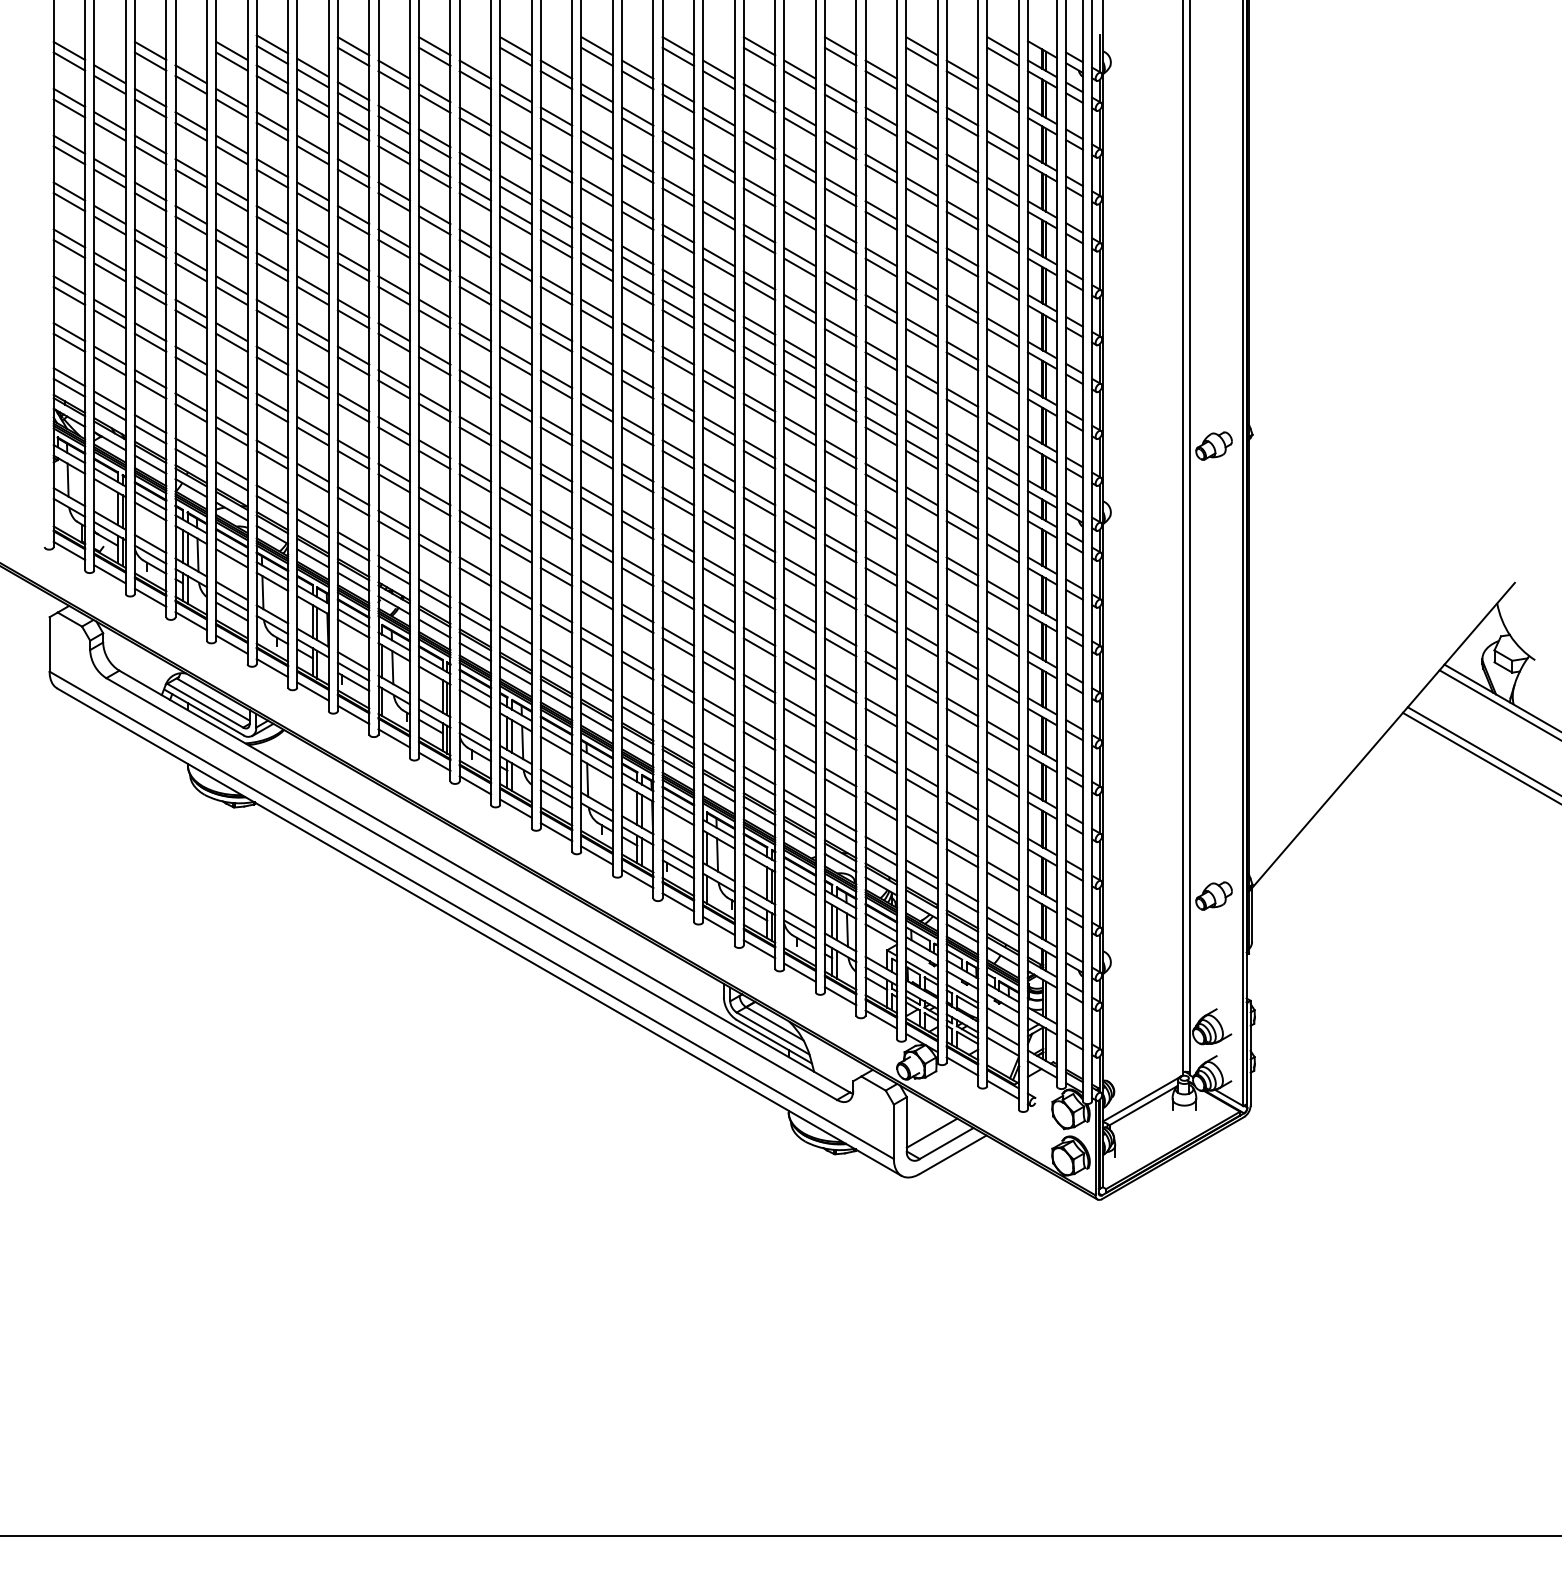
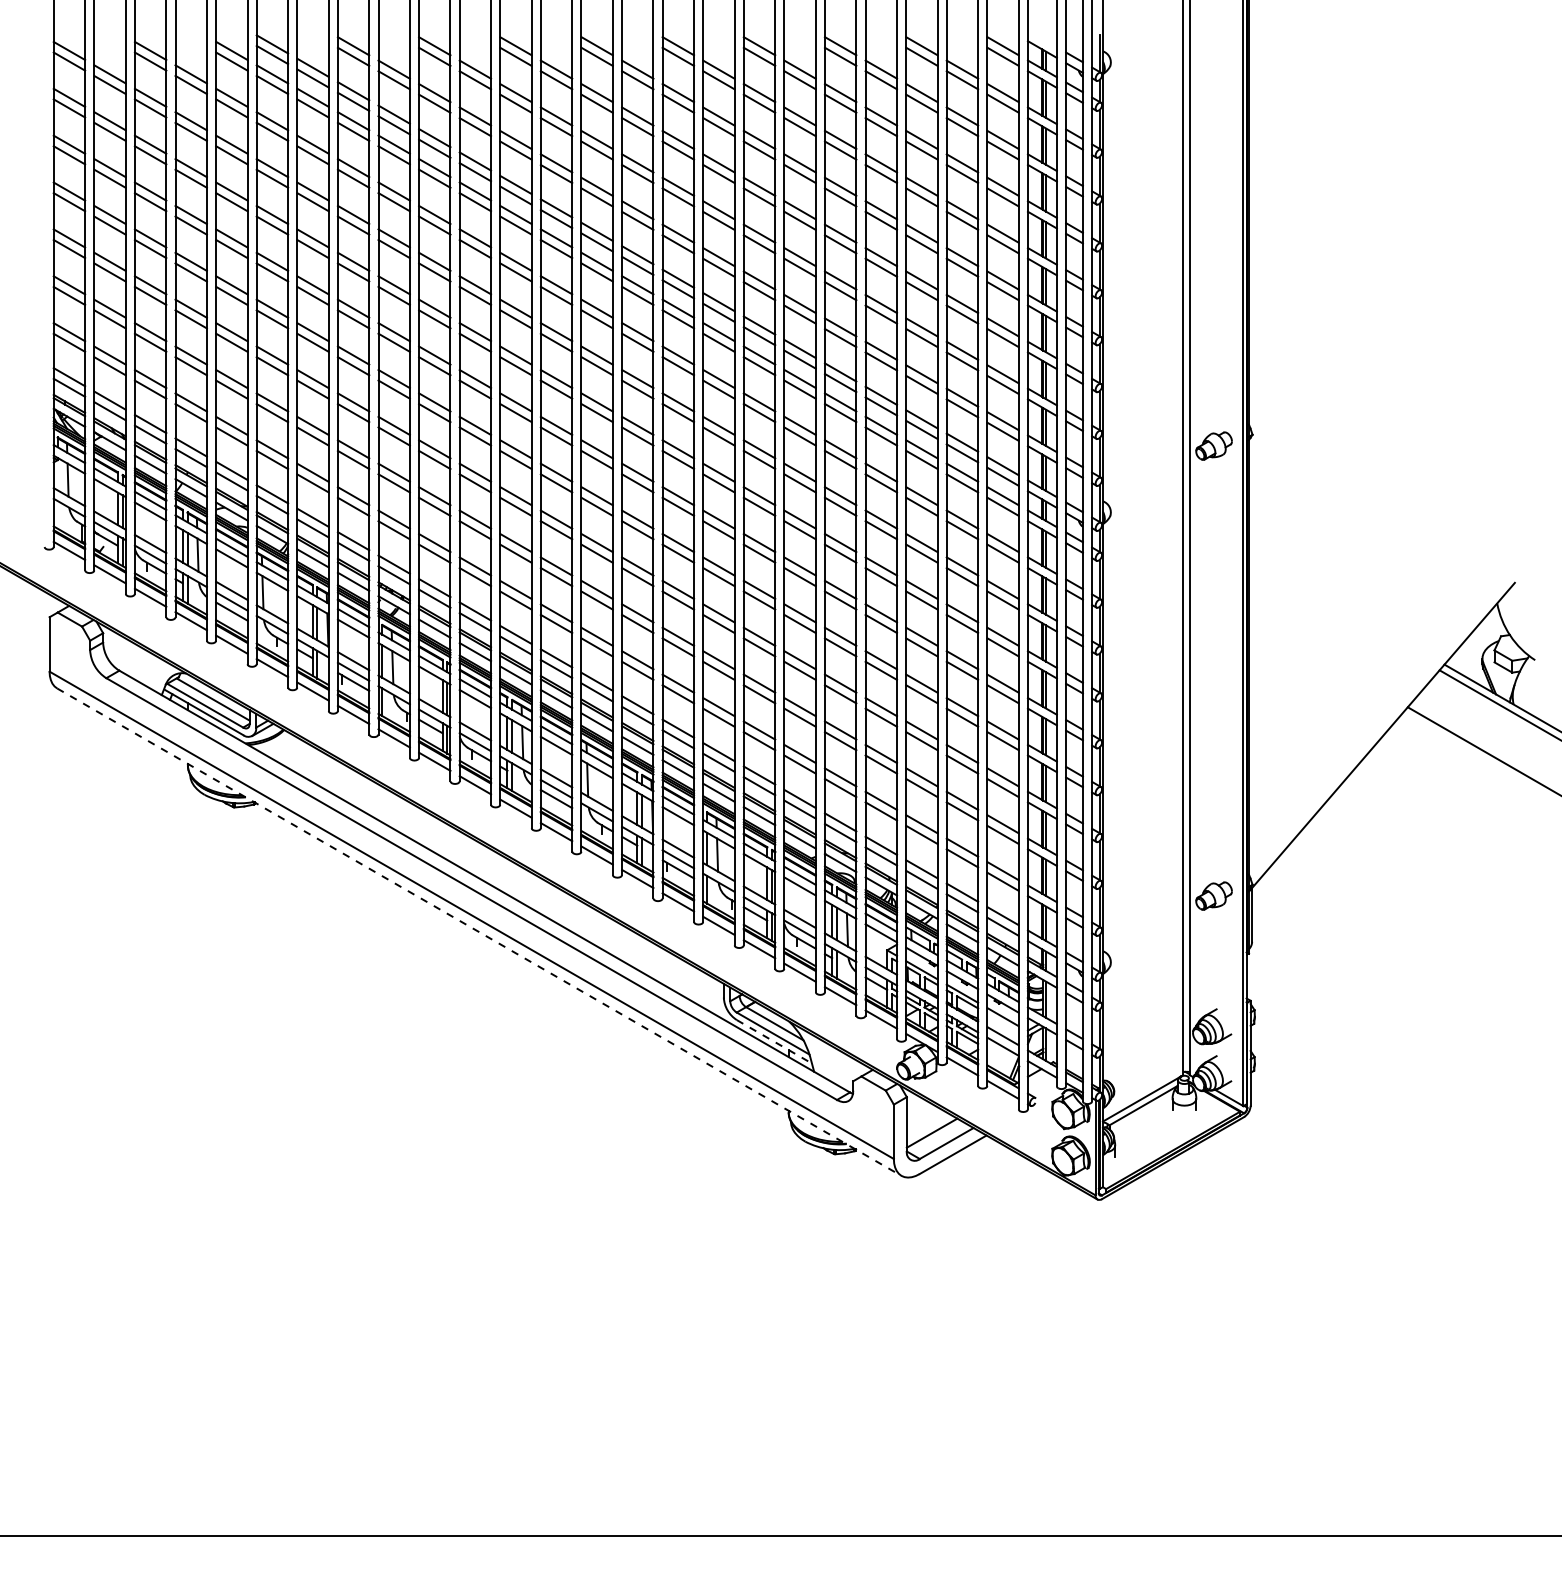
line at (1480, 757): present -> none
line at (479, 932): solid -> dashed
line at (774, 1042): solid -> dashed
